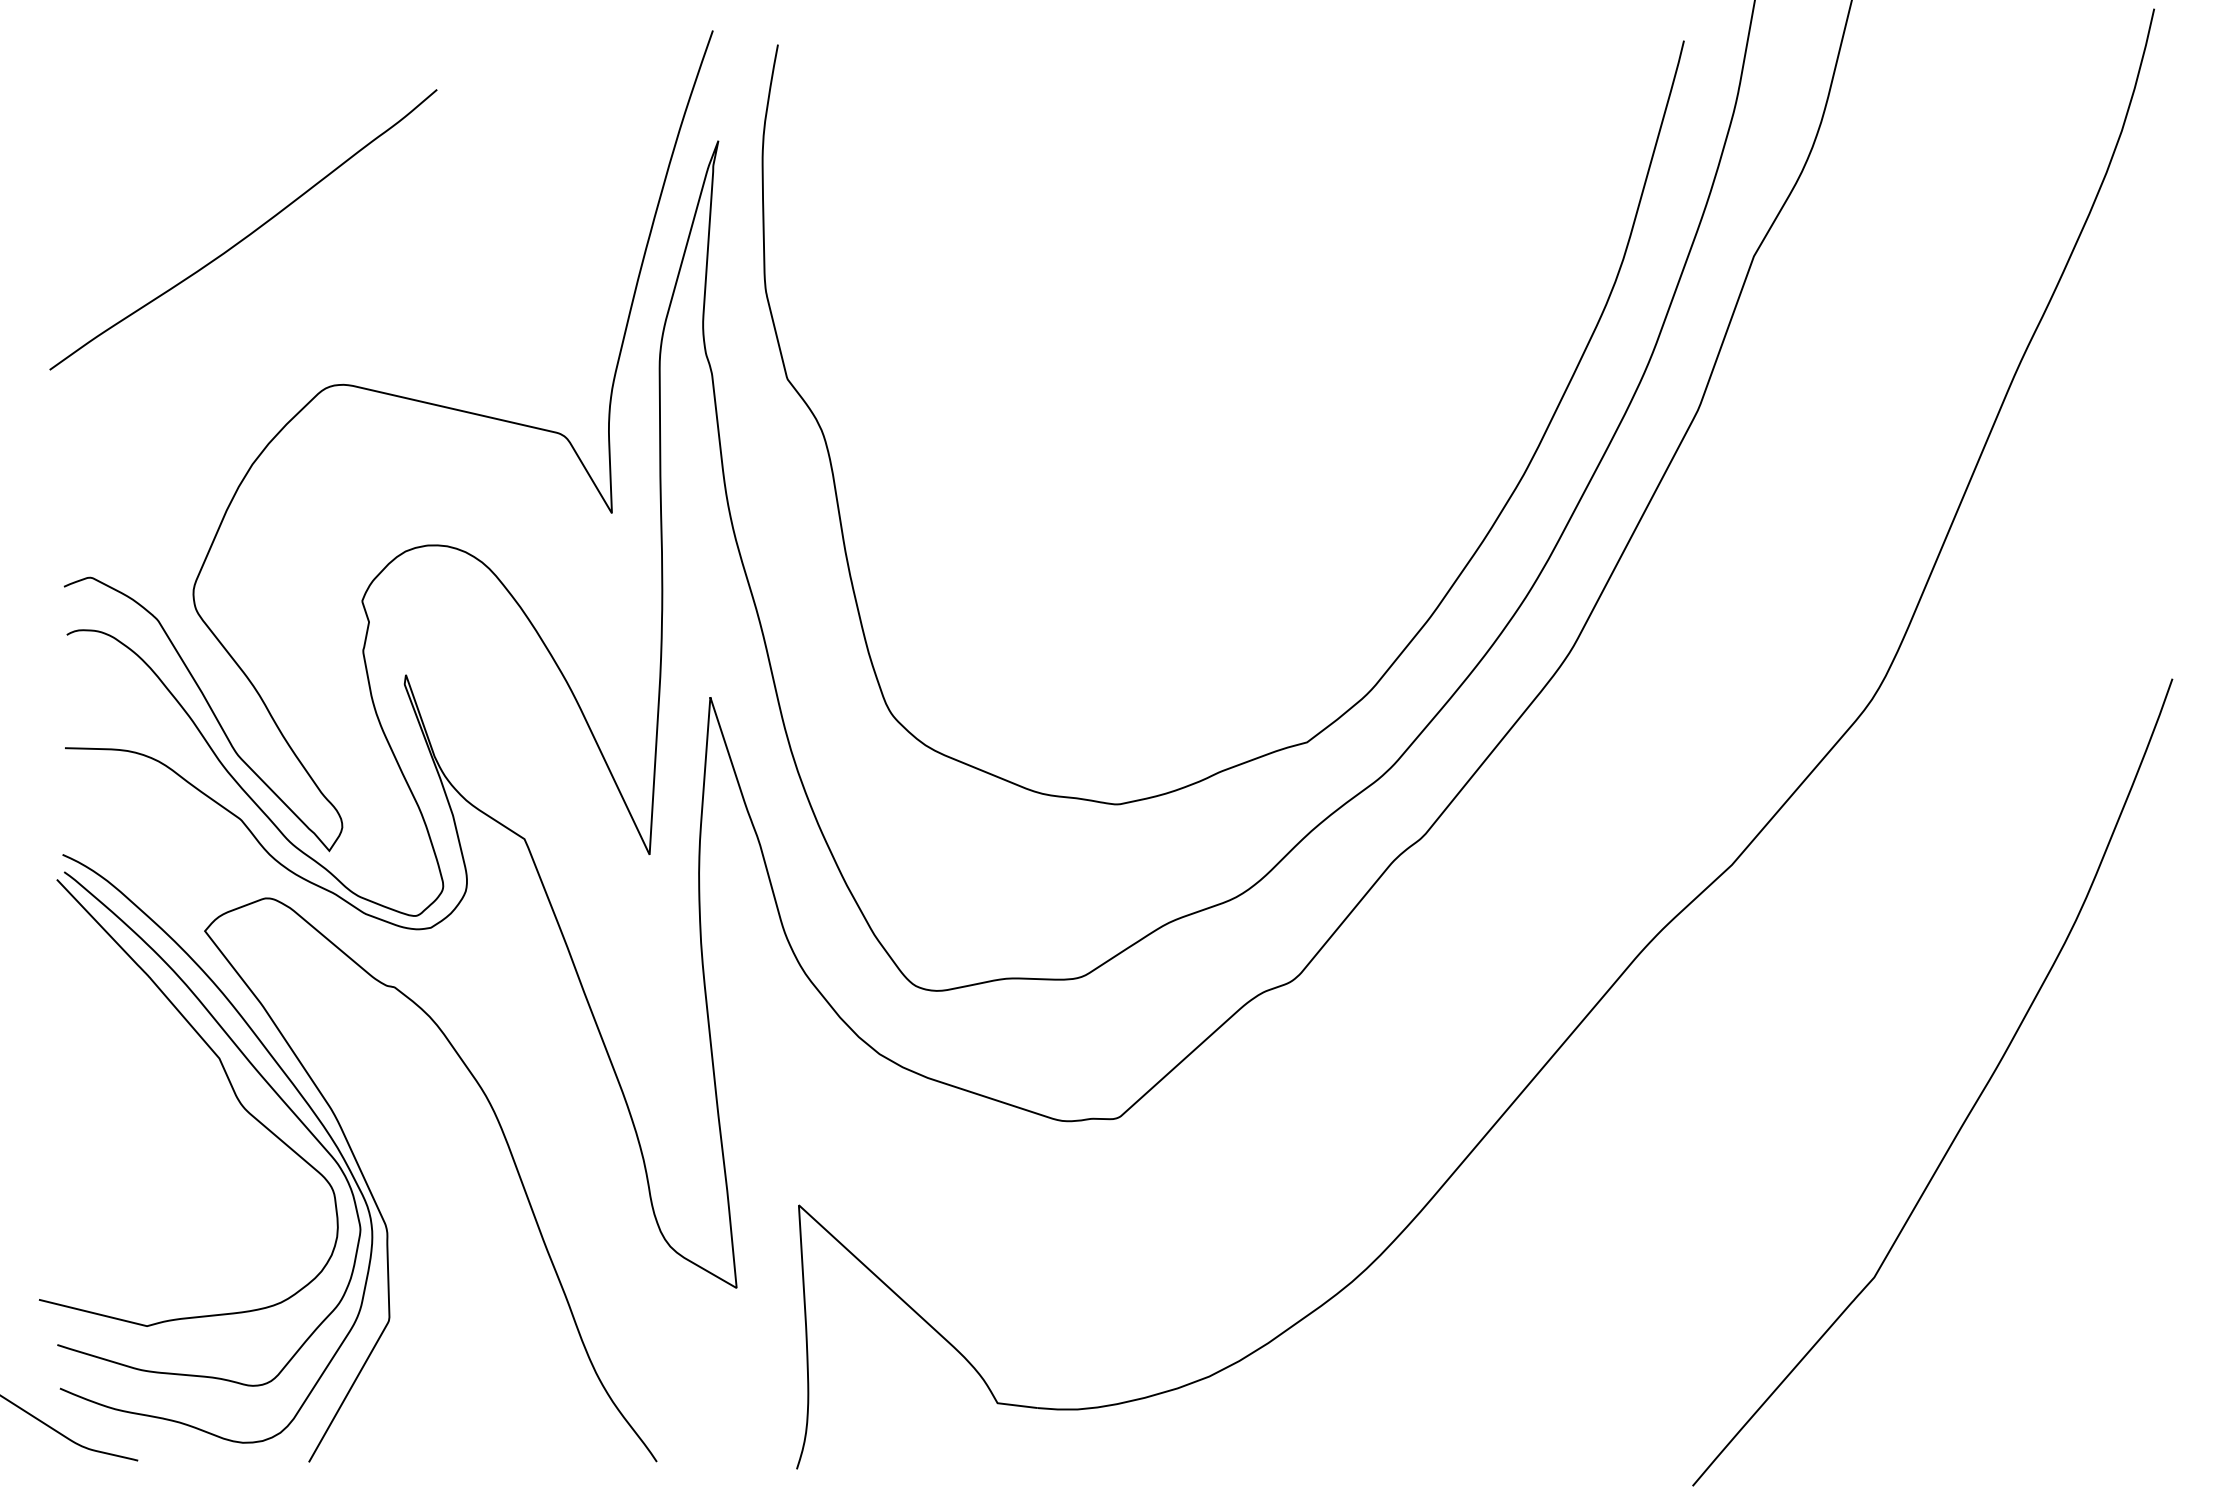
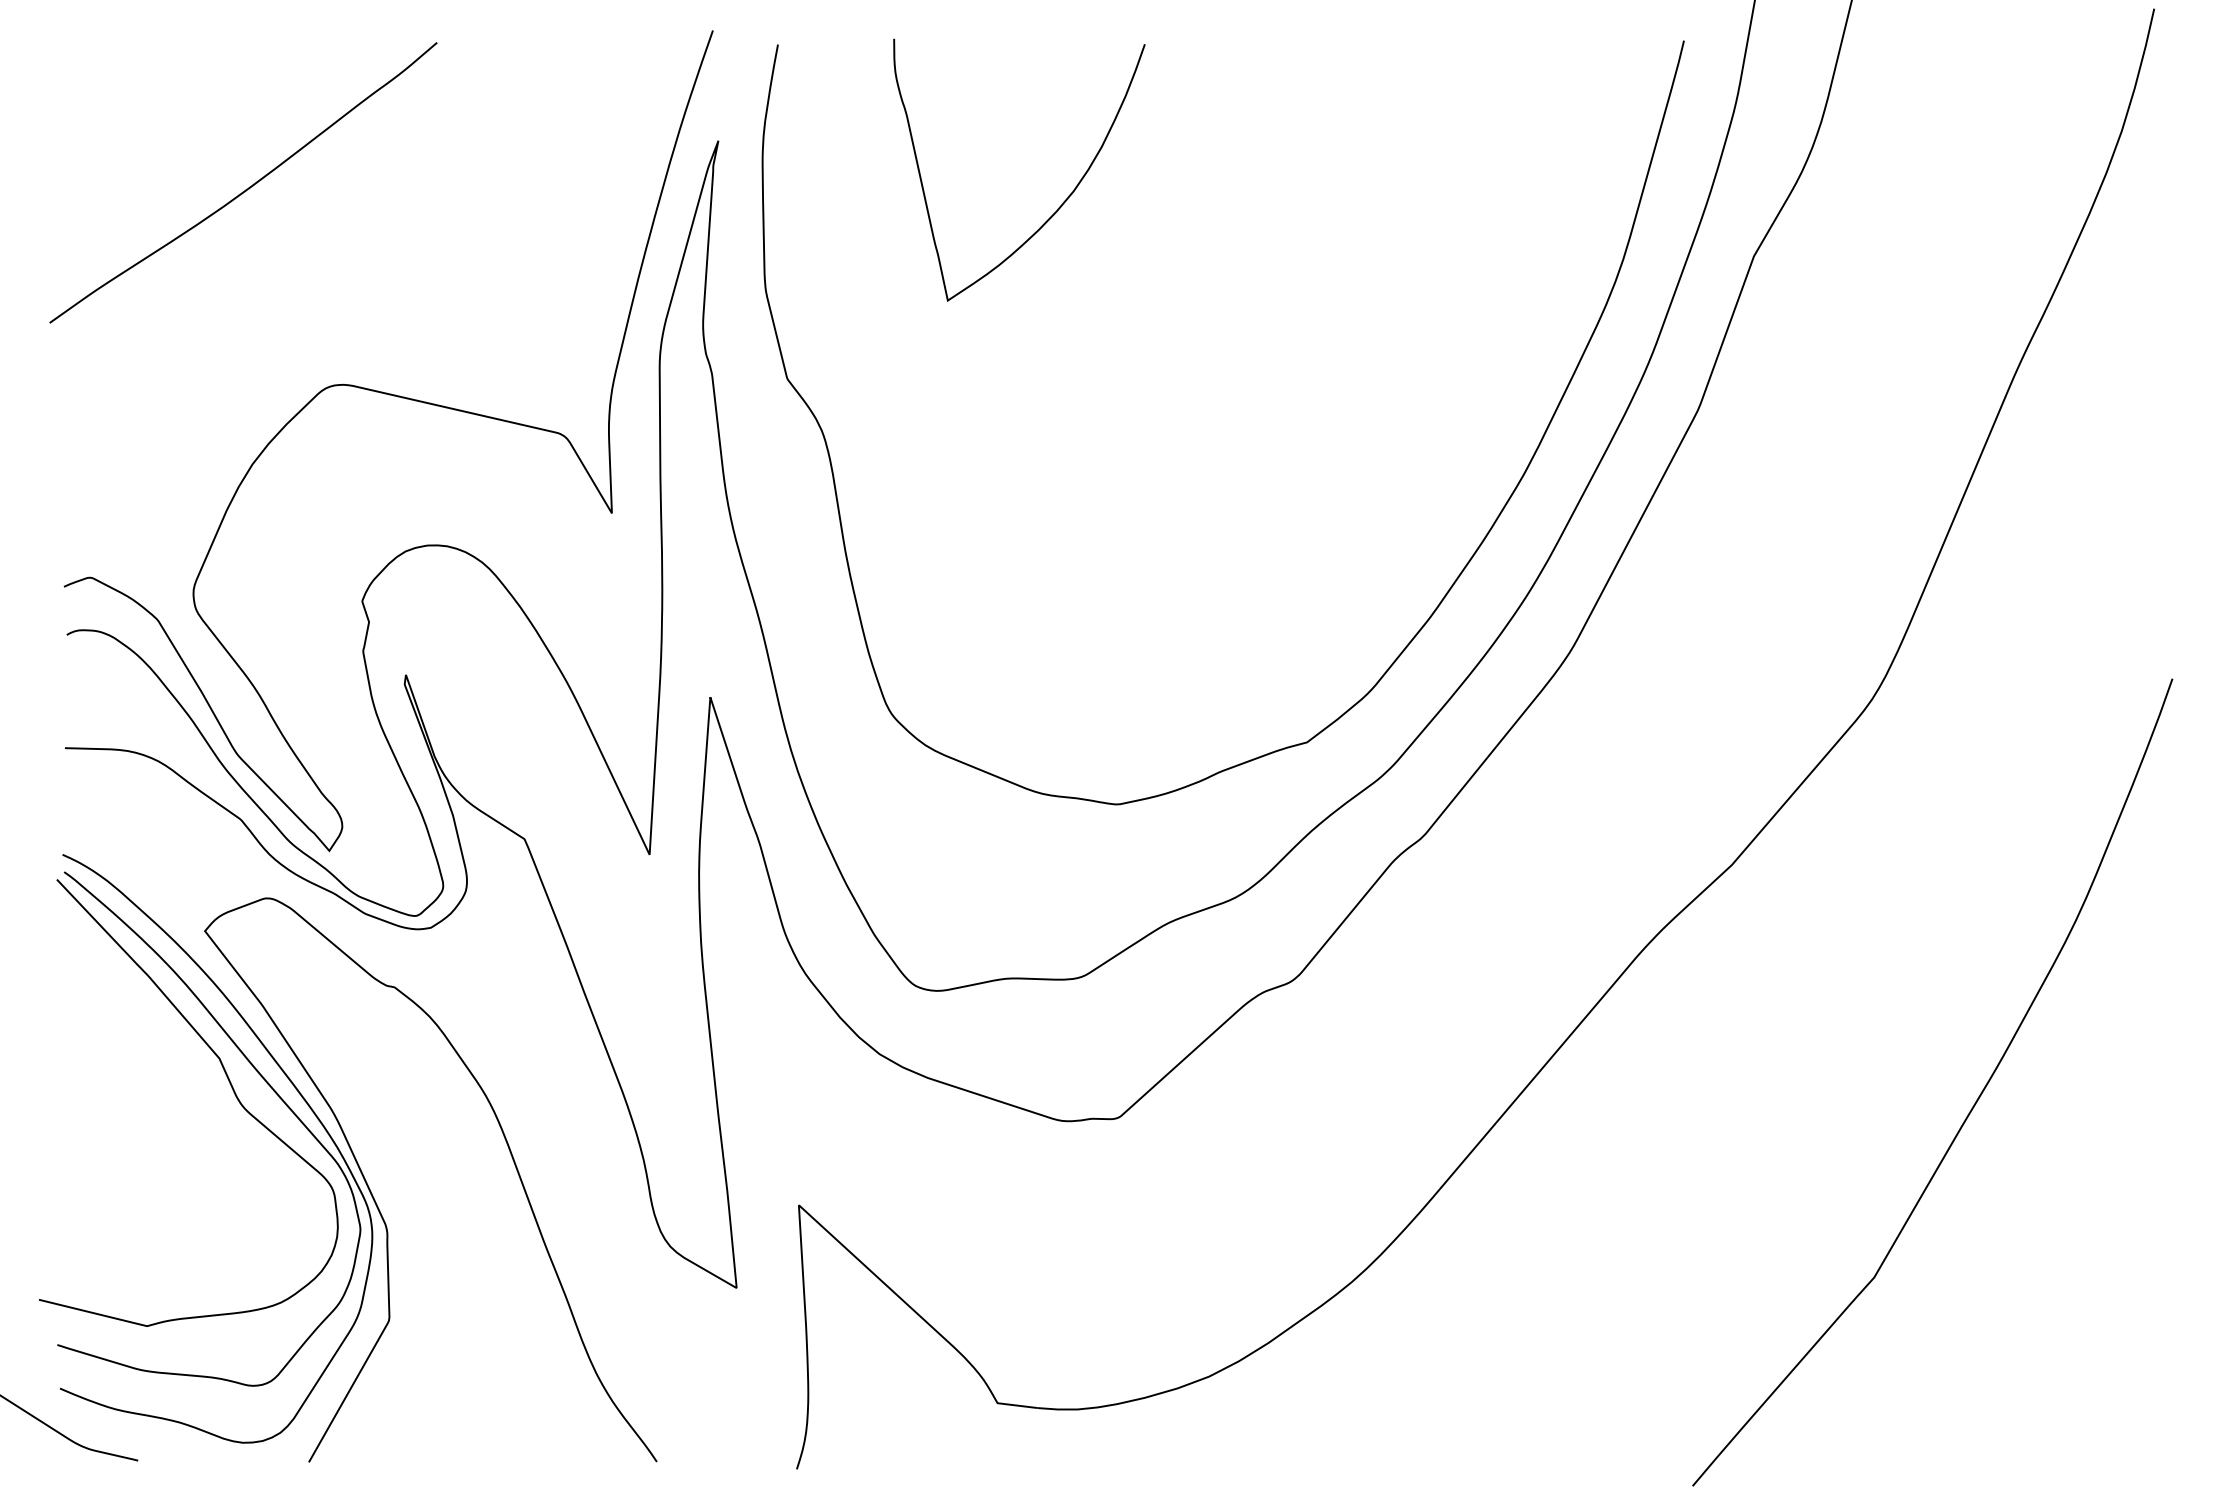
curve at (1063, 201): none -> present
curve at (248, 234) position: (248, 234) -> (248, 187)
